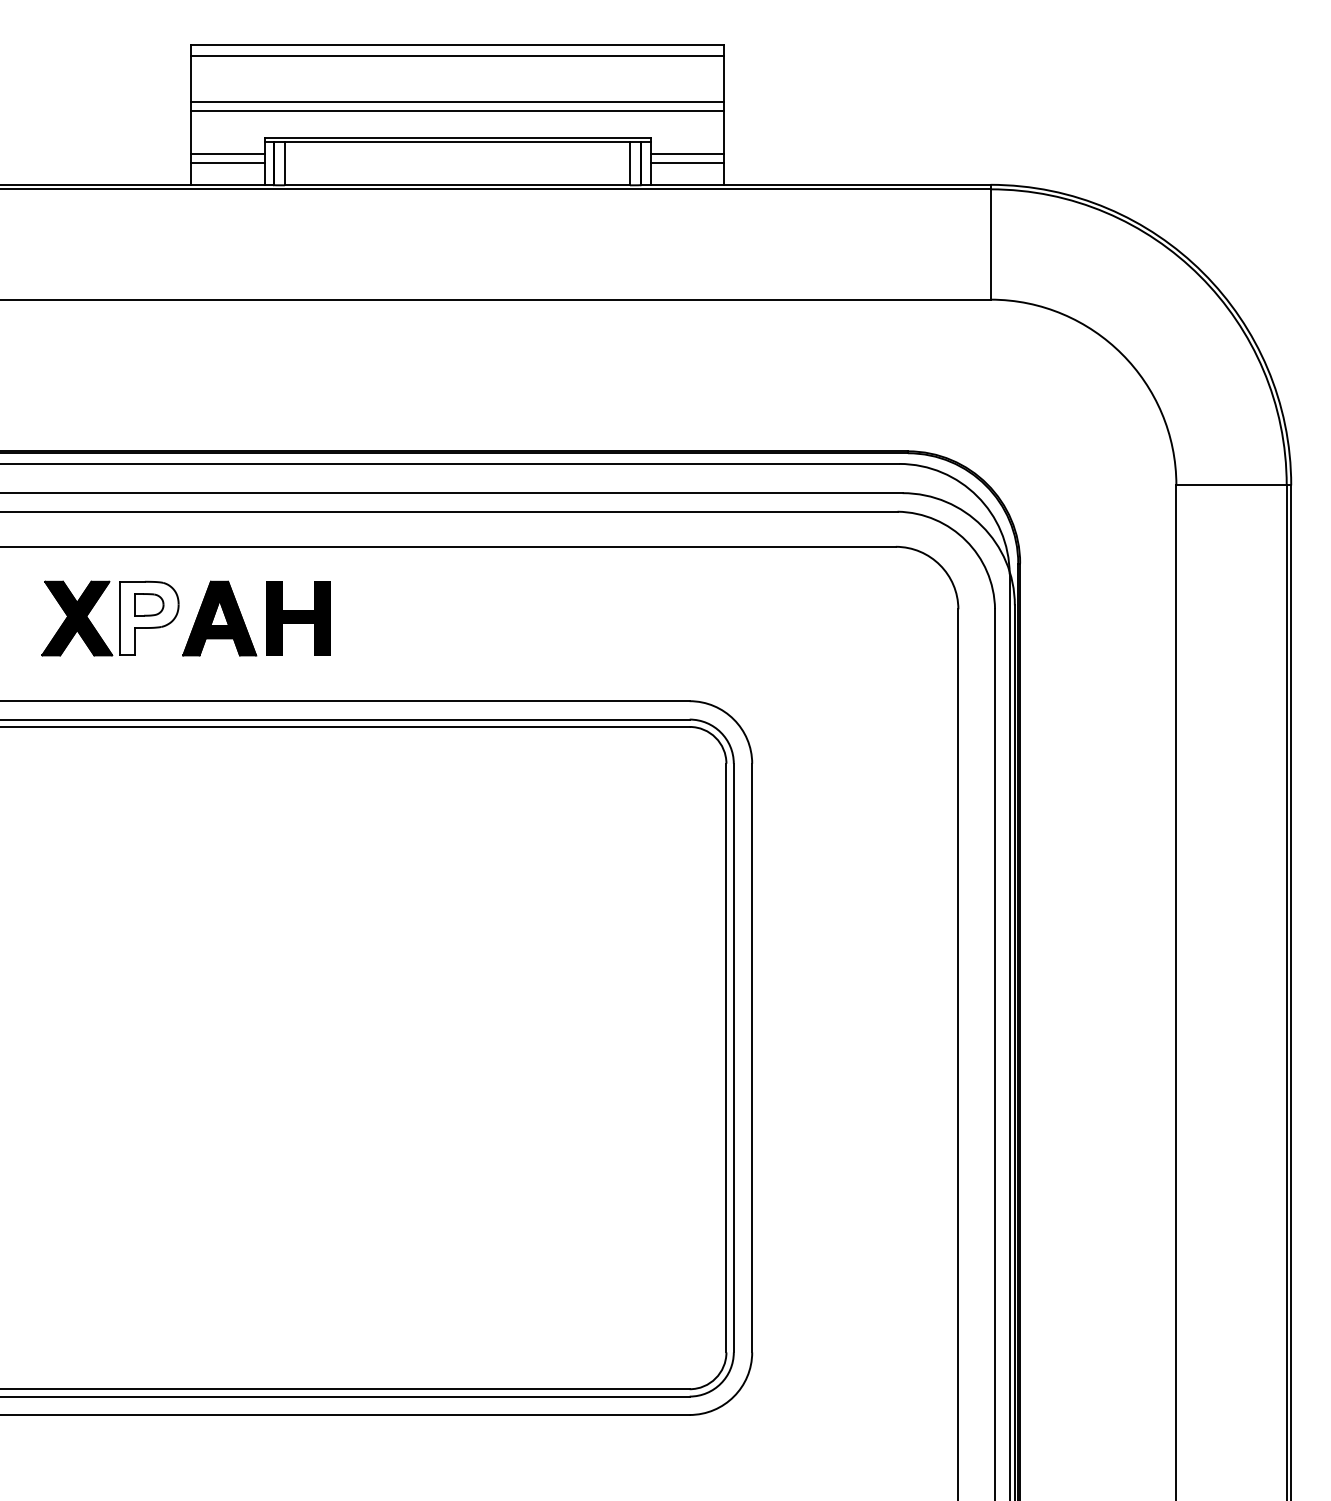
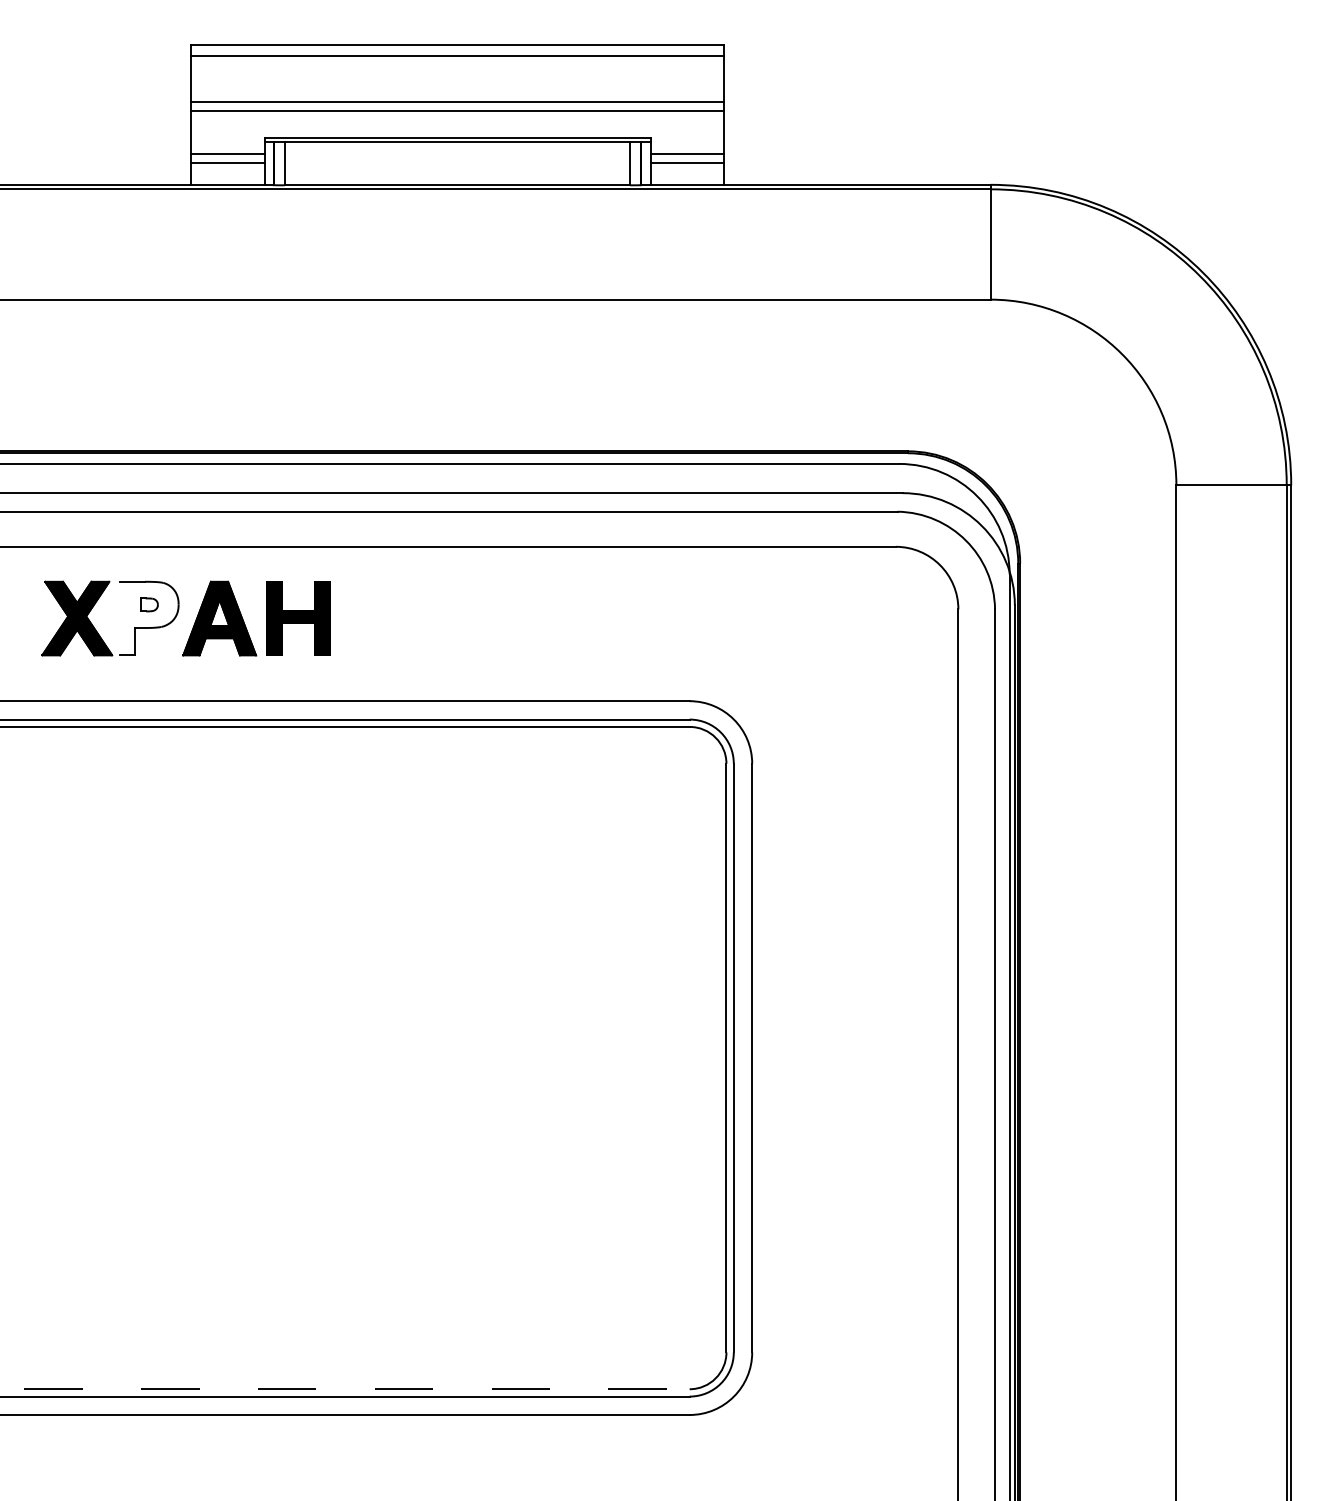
part at (149, 604) size: 31x24 px -> 19x16 px
line at (120, 618): present -> none
line at (345, 1389): solid -> dashed
